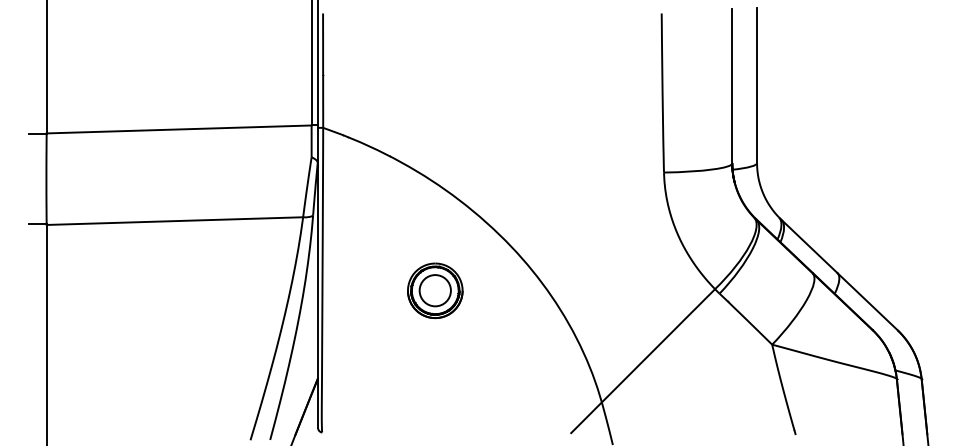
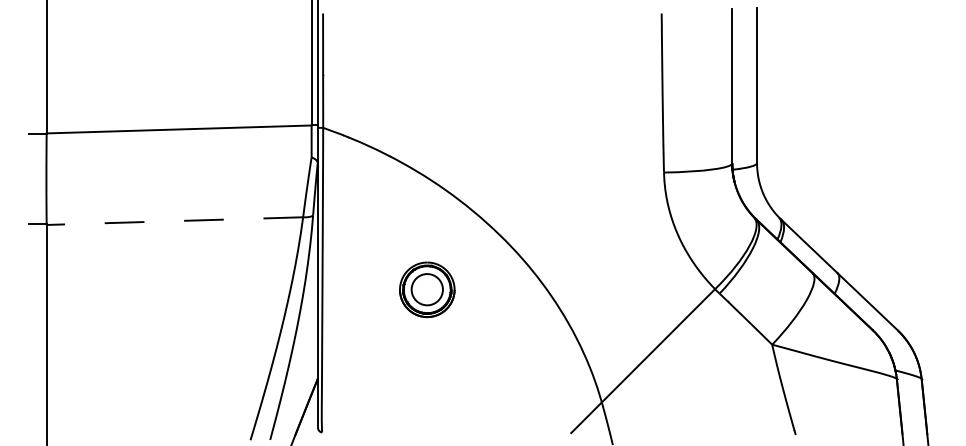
line at (174, 221): solid -> dashed
part at (435, 290) position: (435, 290) -> (427, 289)
